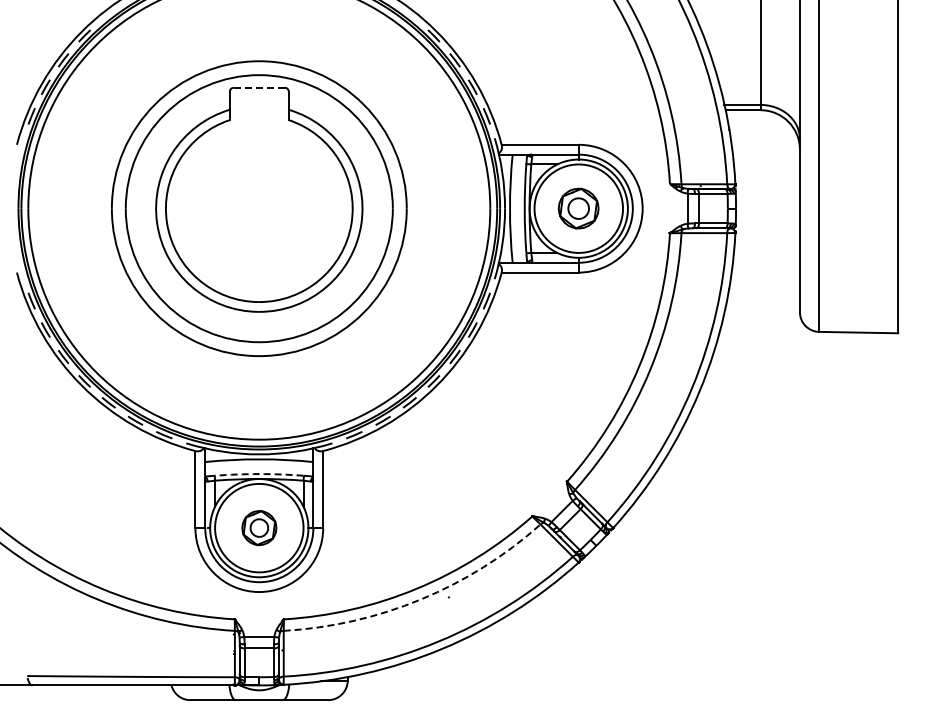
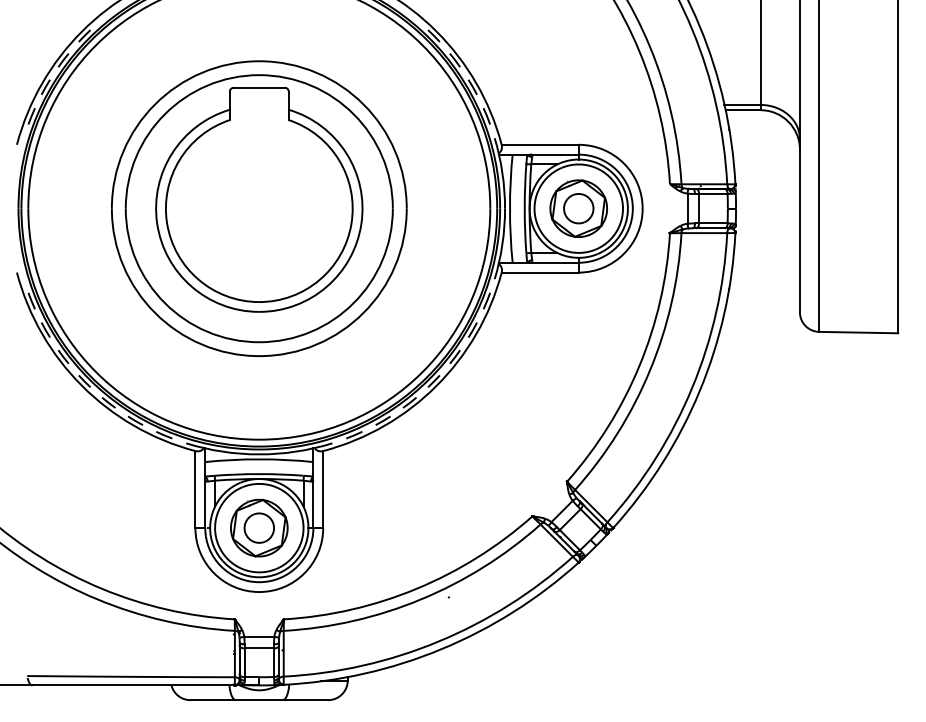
line at (259, 87): dashed -> solid
part at (578, 208) size: 43x43 px -> 59x59 px
arc at (259, 474): dashed -> solid
part at (259, 527) size: 37x36 px -> 59x60 px
arc at (421, 599): dashed -> solid
